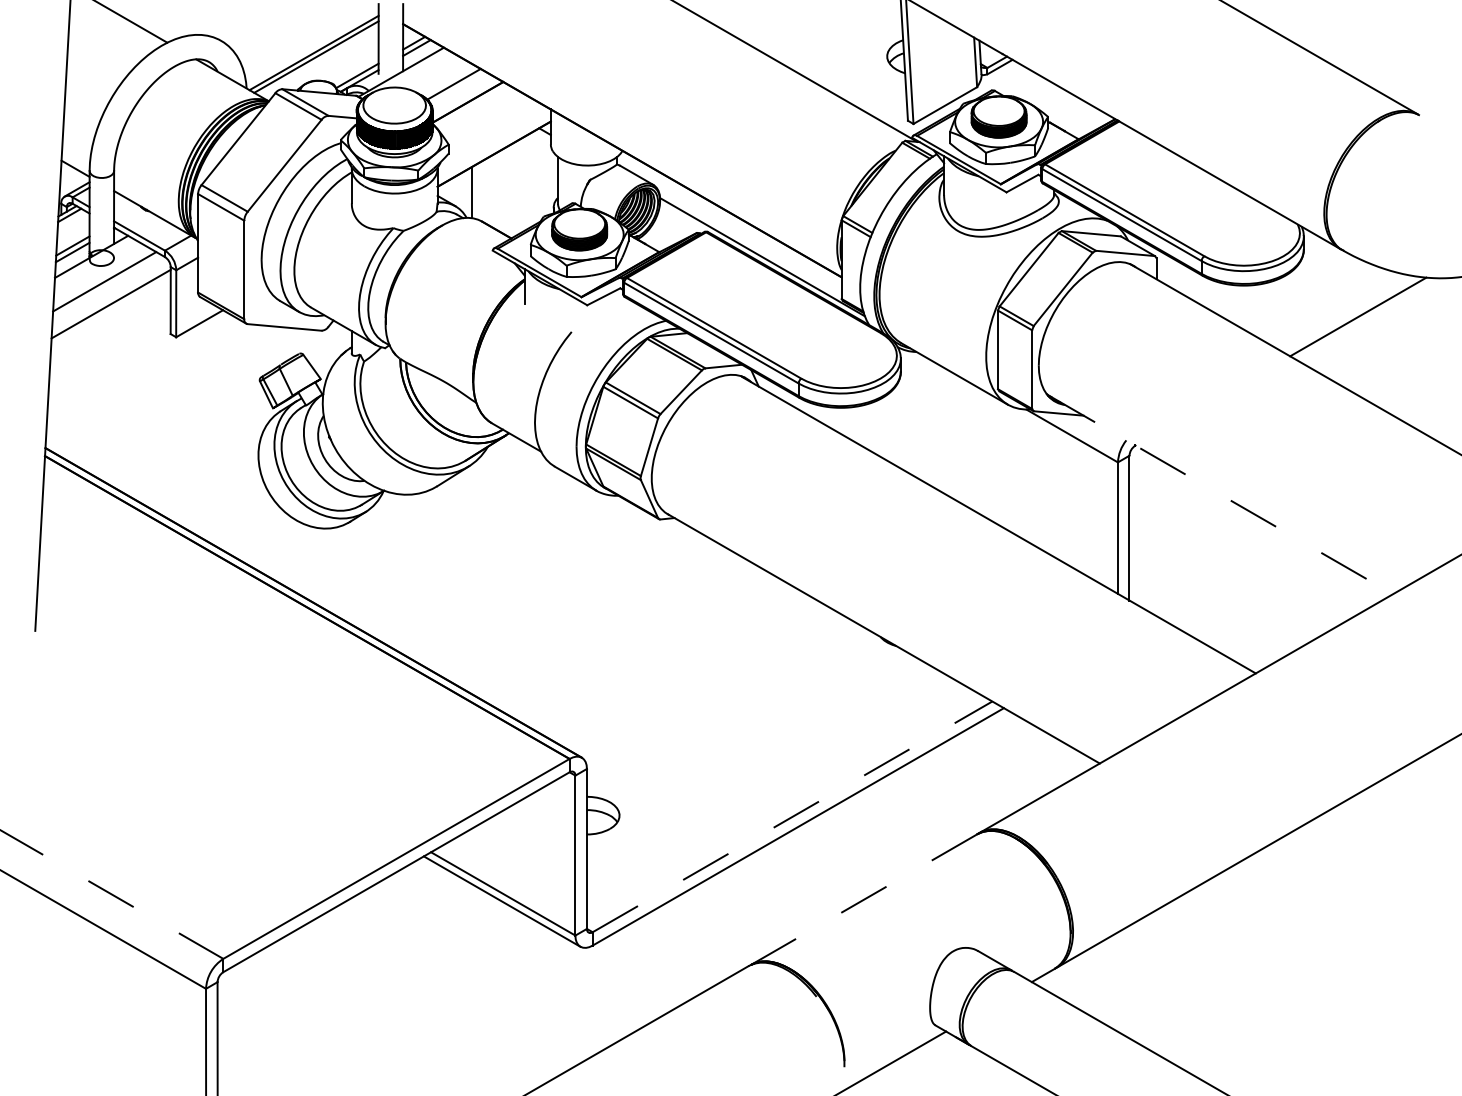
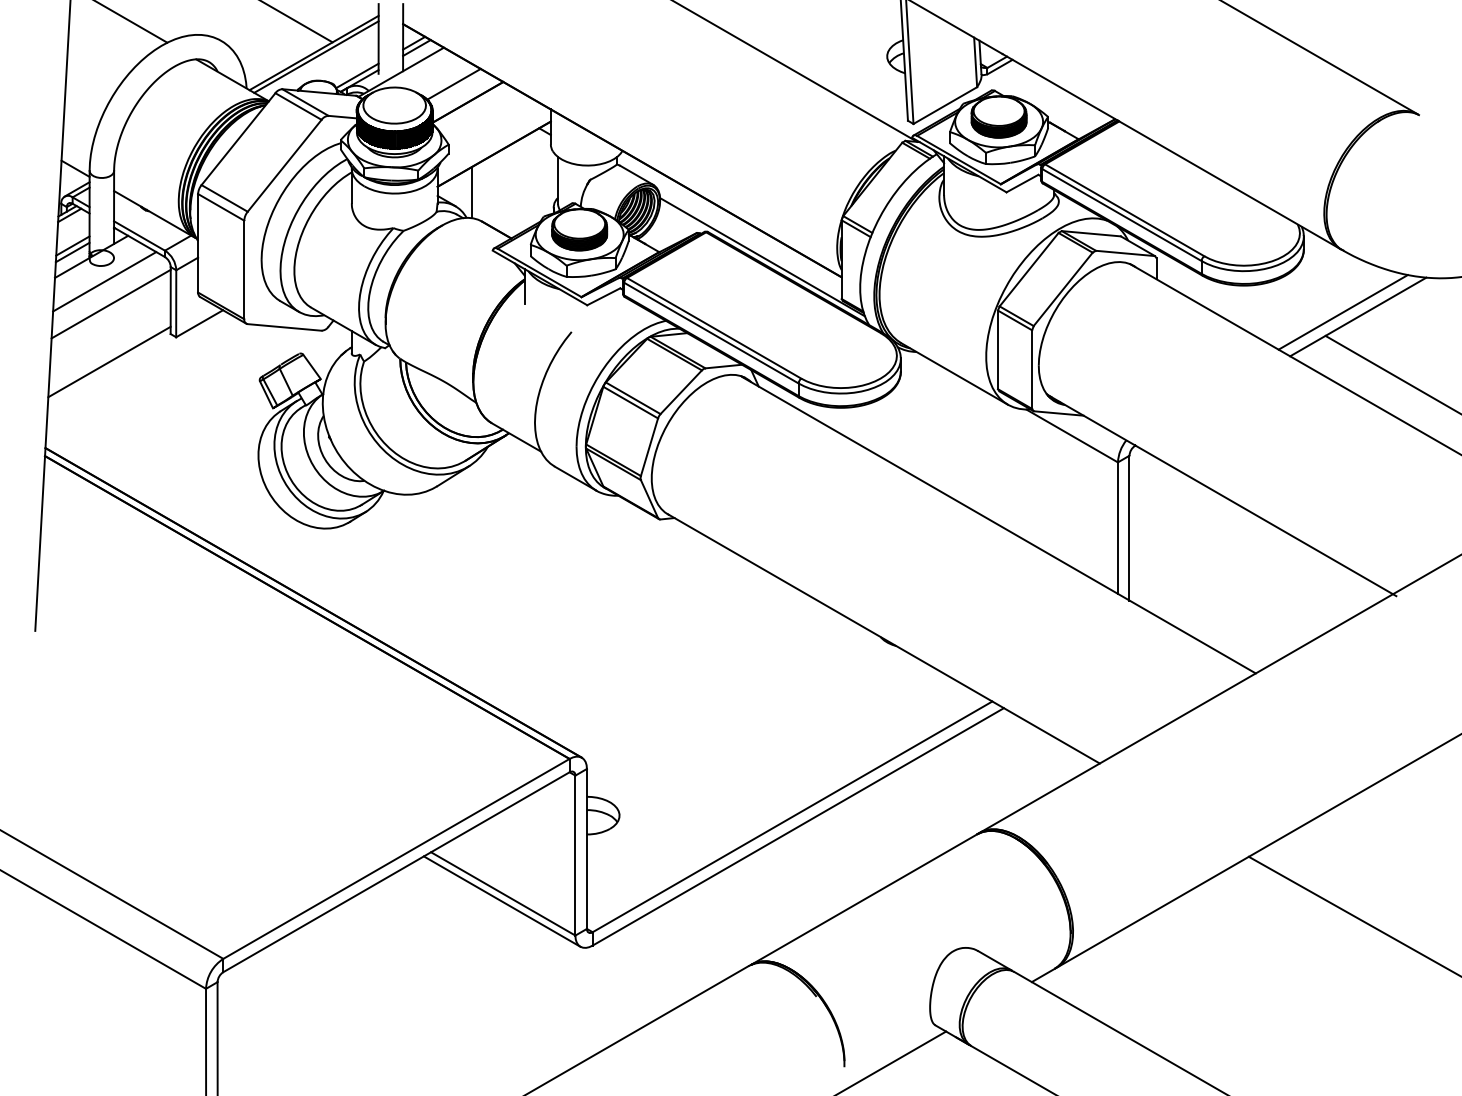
line at (297, 22): none -> present
line at (1342, 312): none -> present
line at (109, 361): none -> present
line at (1391, 373): none -> present
line at (1223, 496): dashed -> solid
line at (792, 816): dashed -> solid
line at (112, 894): dashed -> solid
line at (863, 899): dashed -> solid
line at (1353, 915): none -> present
